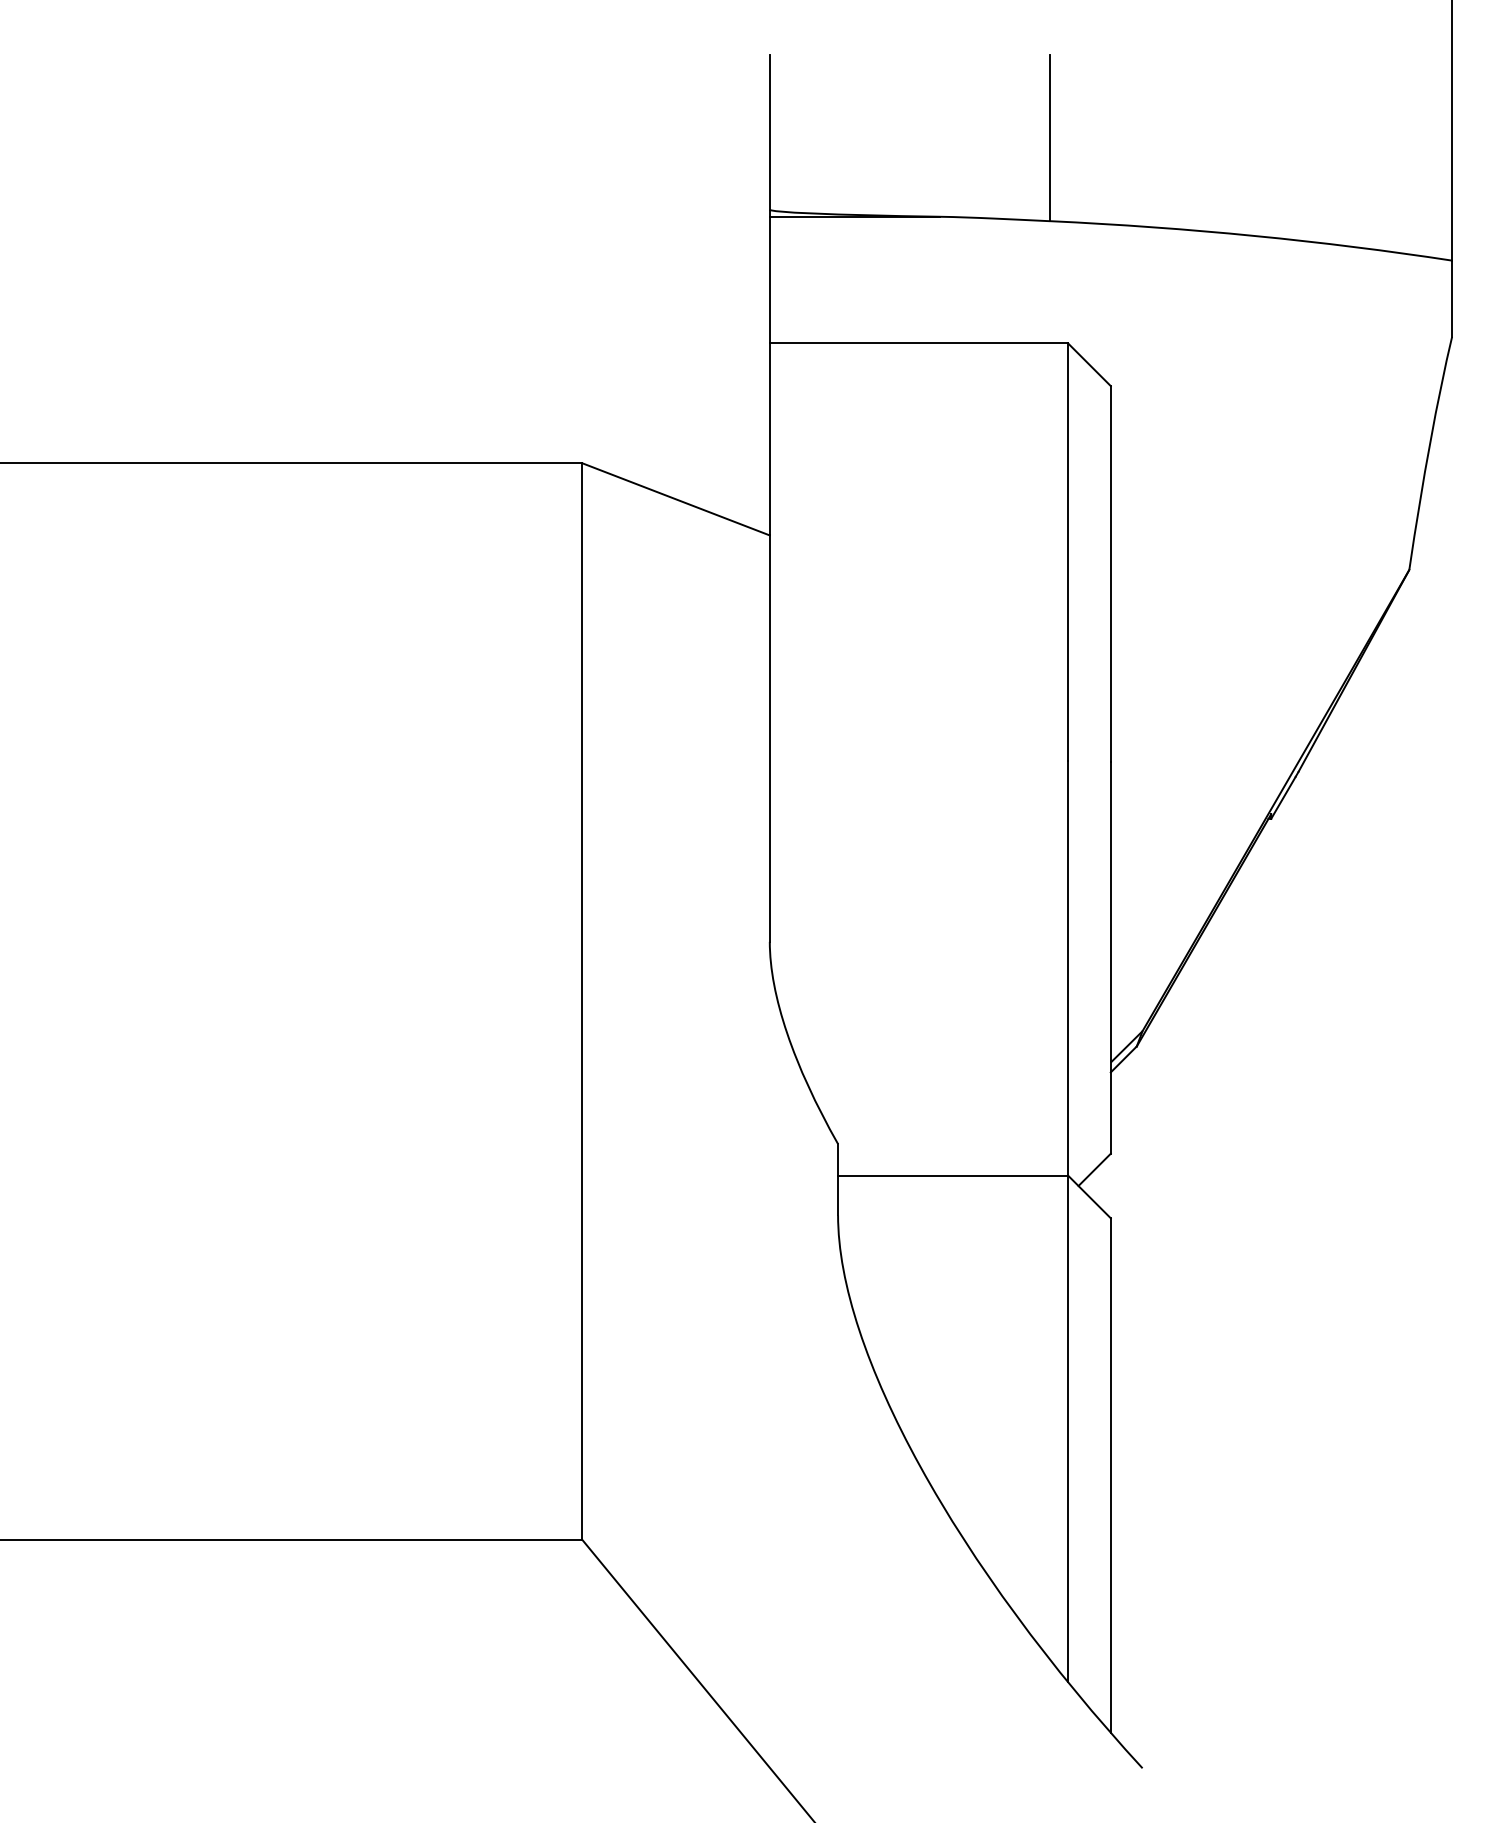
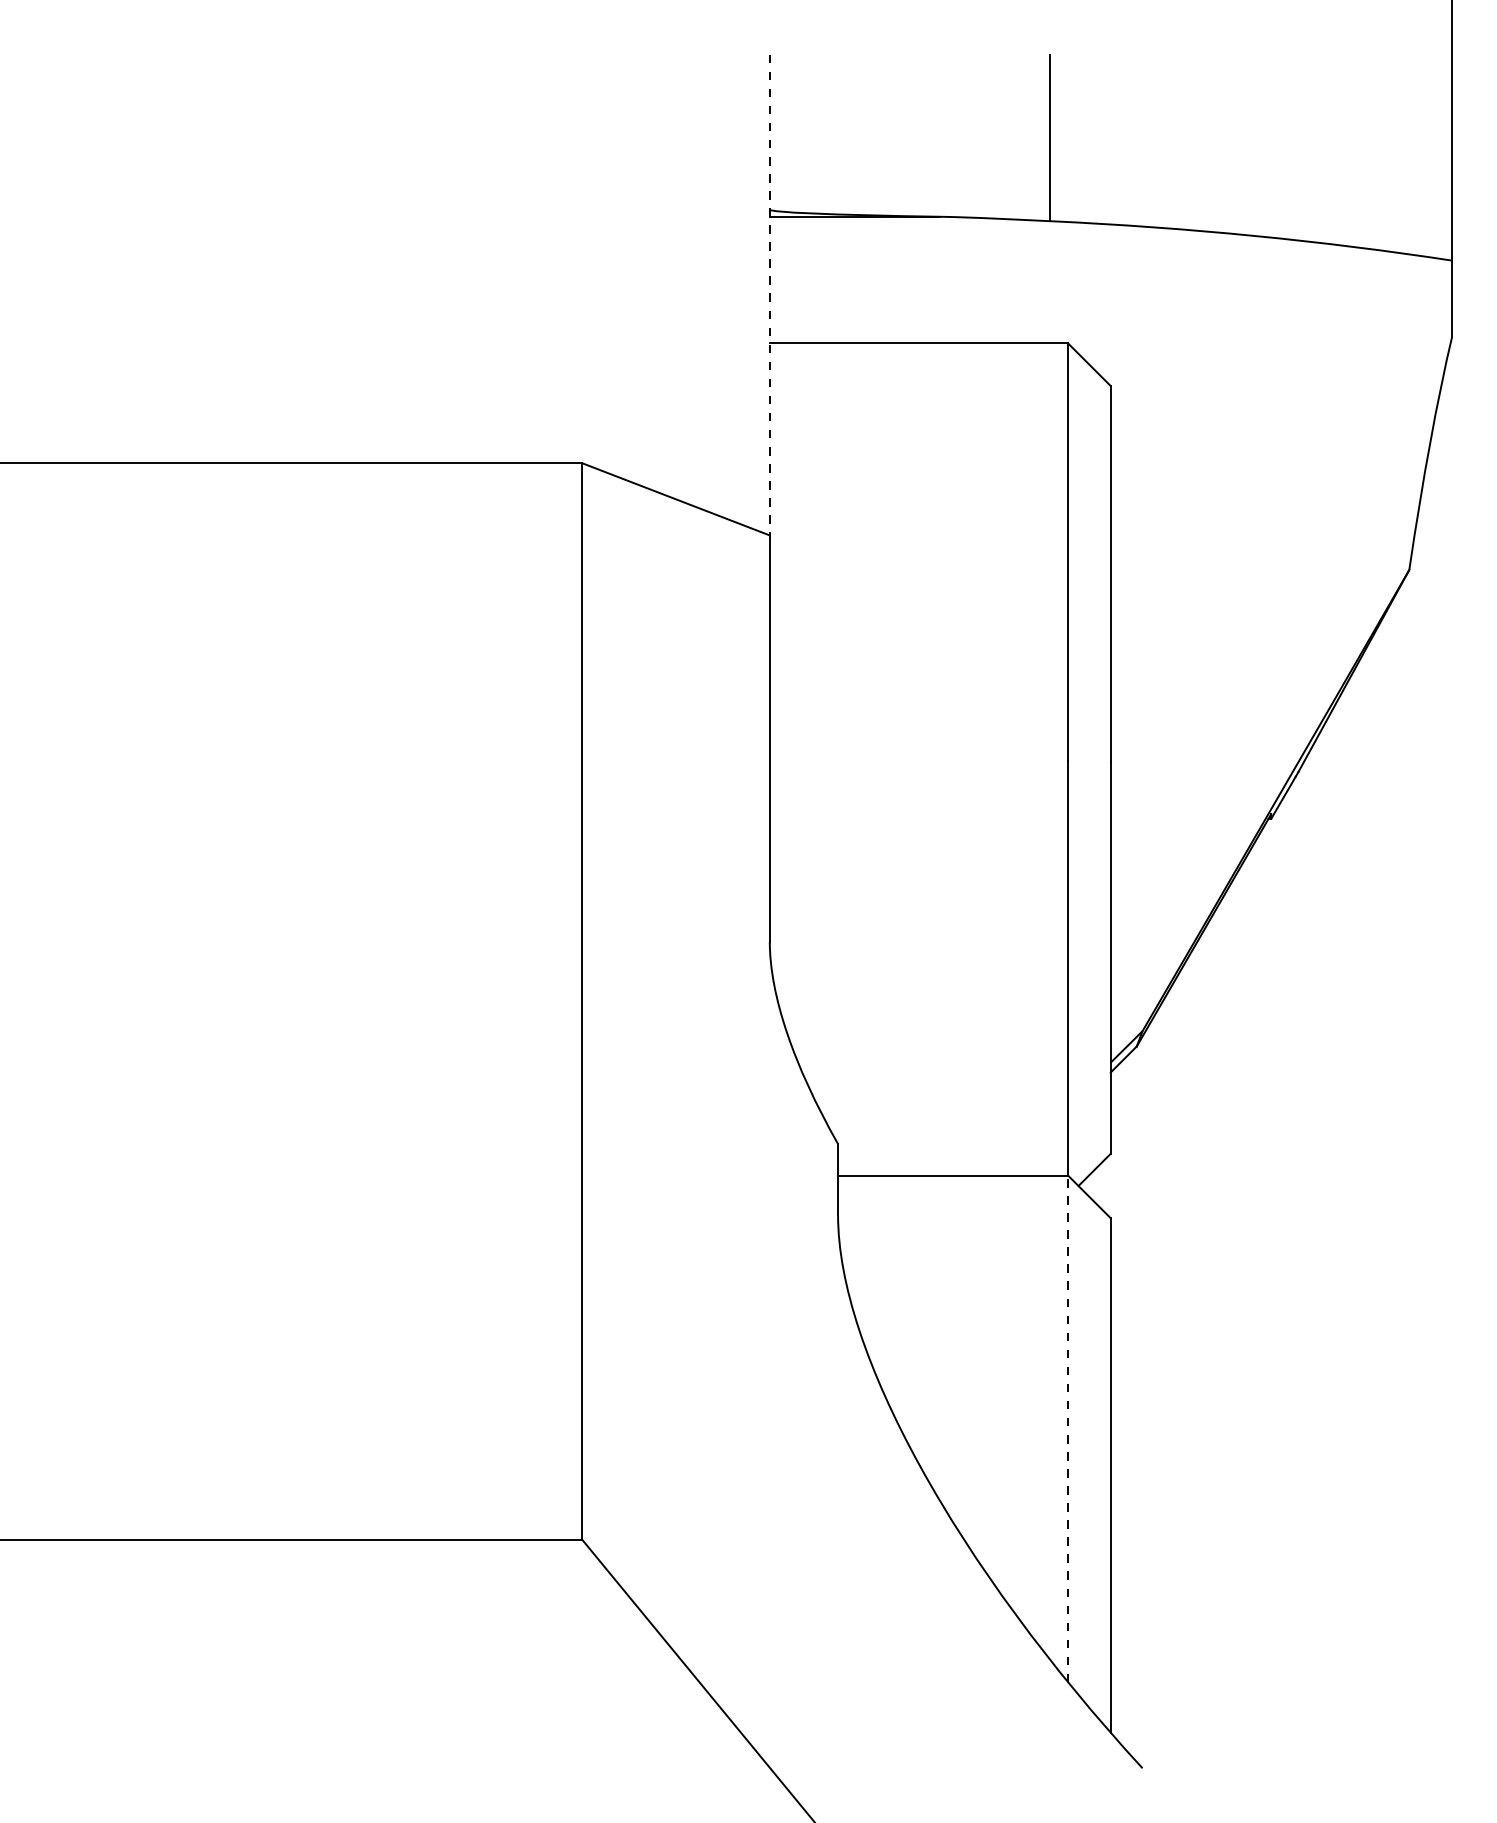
line at (769, 295): solid -> dashed
line at (1068, 1428): solid -> dashed
